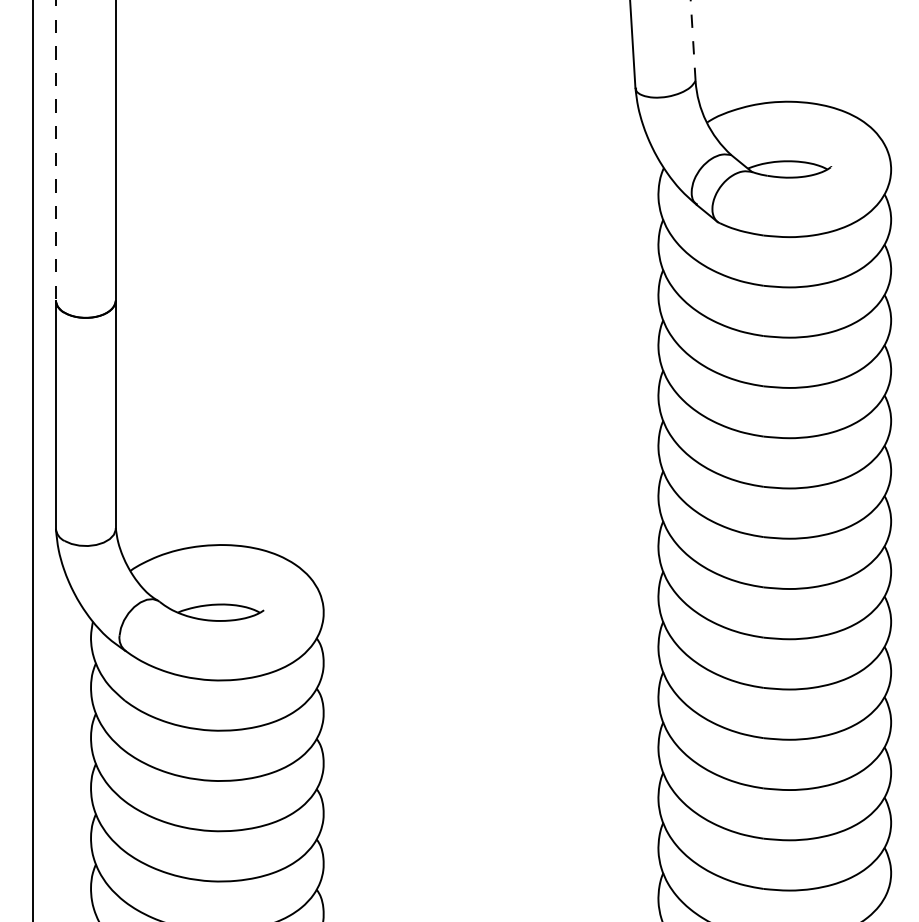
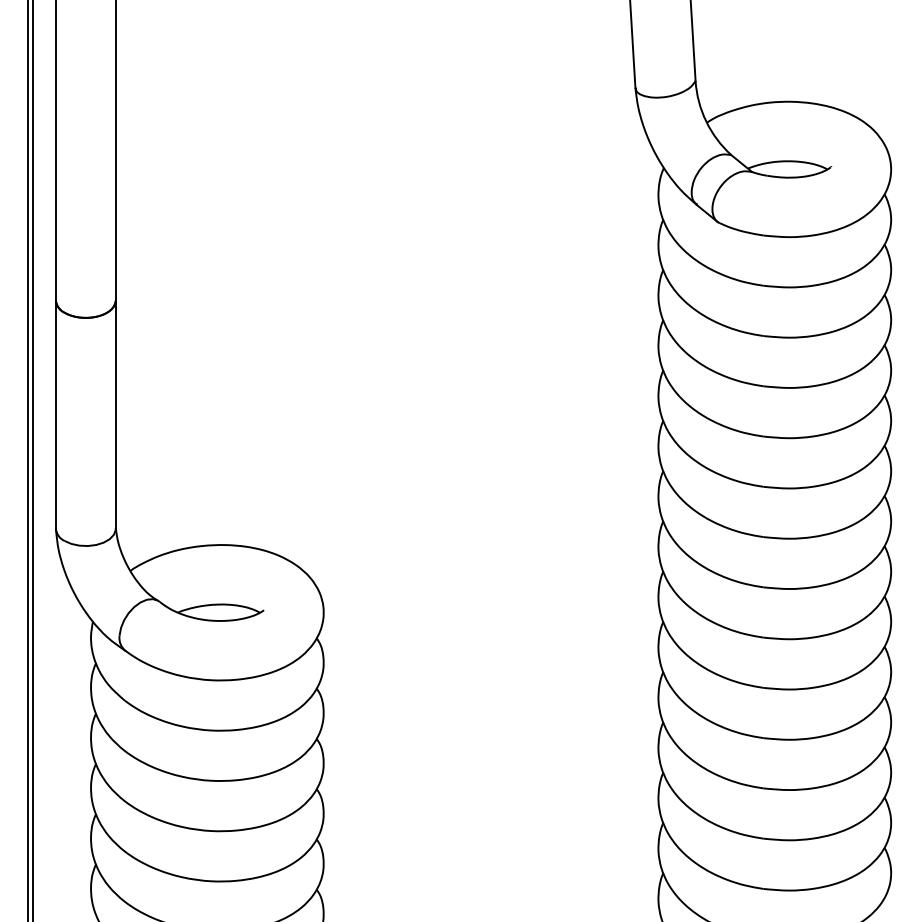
line at (693, 40): dashed -> solid
line at (55, 150): dashed -> solid
line at (27, 460): none -> present
